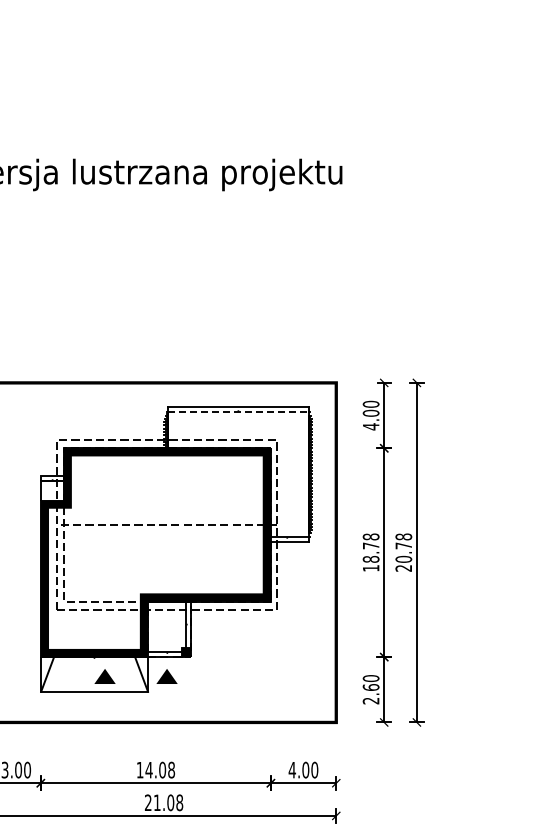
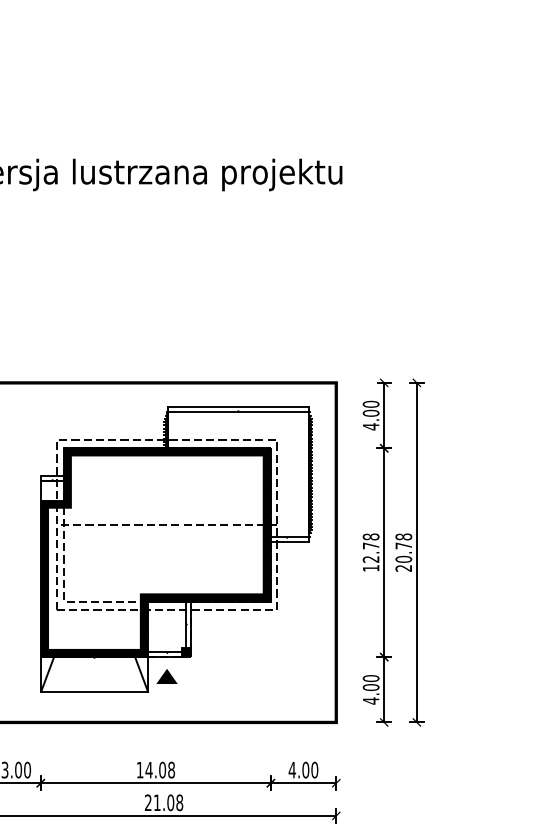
line at (238, 412): dashed -> solid
text at (370, 559): 18.78 -> 12.78
part at (104, 676): present -> none
text at (370, 694): 2.60 -> 4.00
